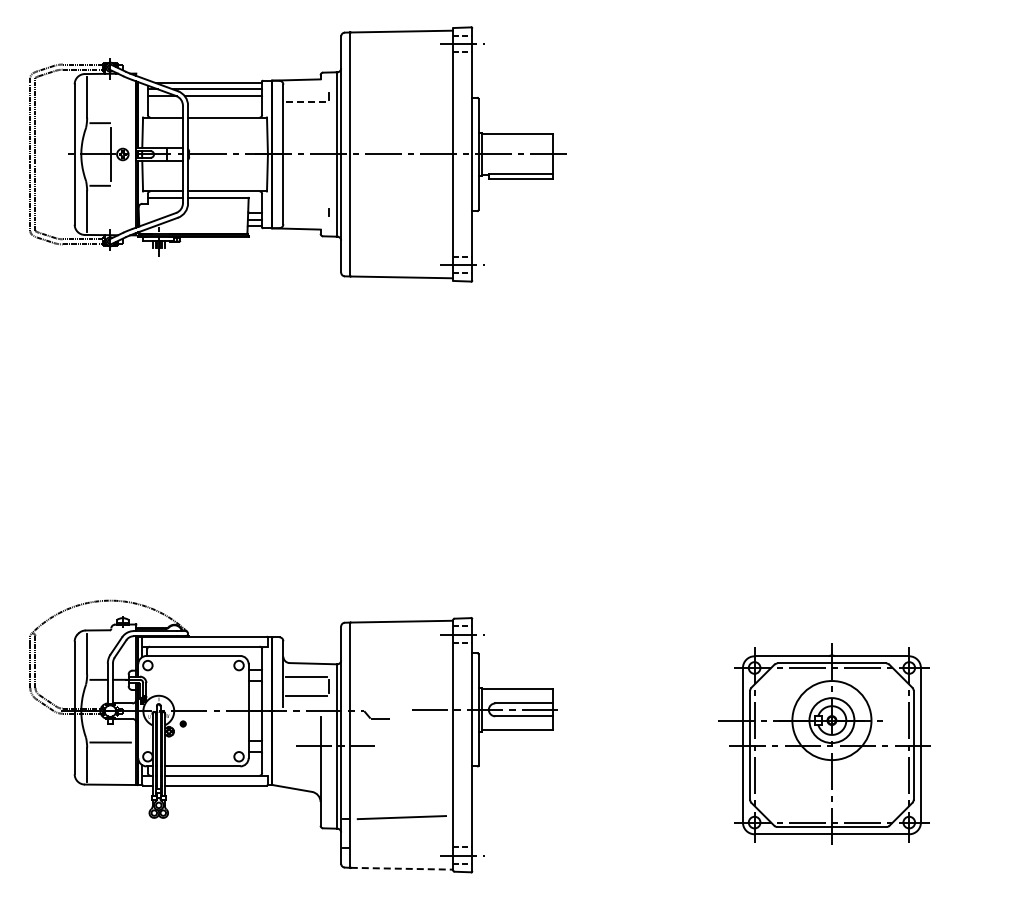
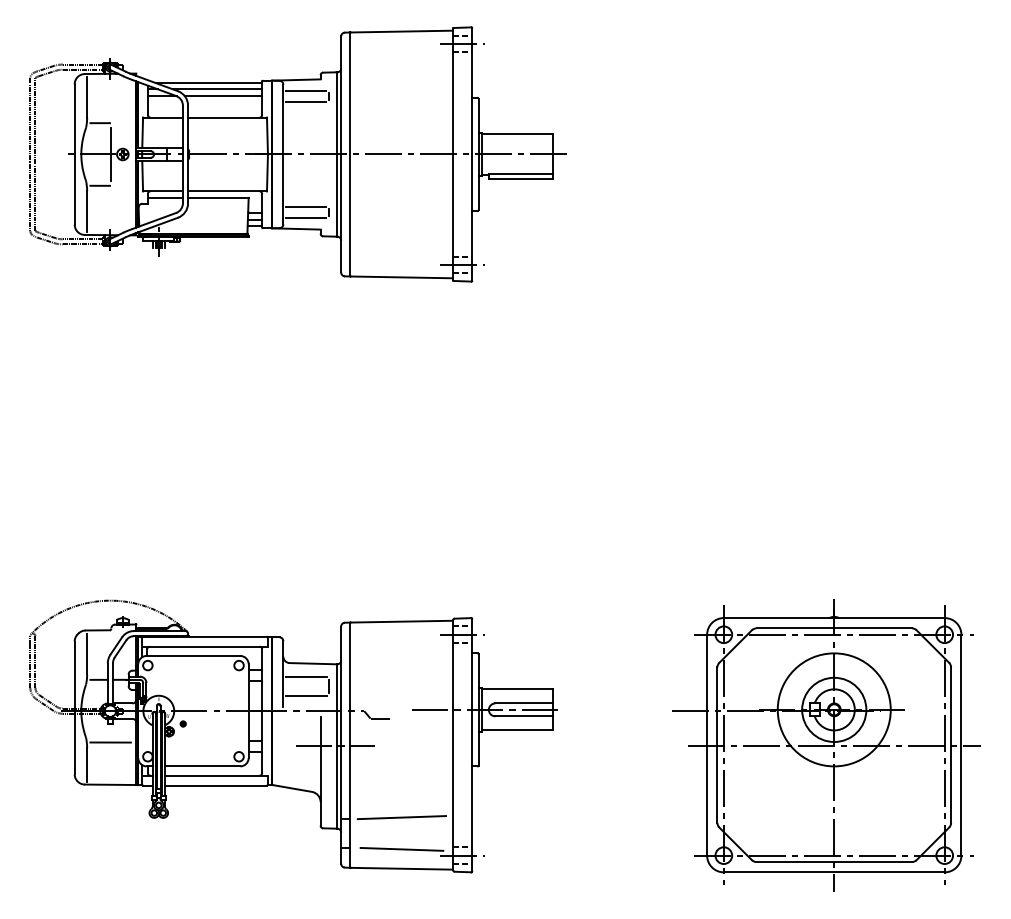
line at (306, 90): none -> present
line at (306, 102): dashed -> solid
line at (306, 206): none -> present
line at (306, 218): none -> present
part at (824, 743) size: 213x202 px -> 309x293 px
line at (401, 848): none -> present
line at (402, 868): dashed -> solid
